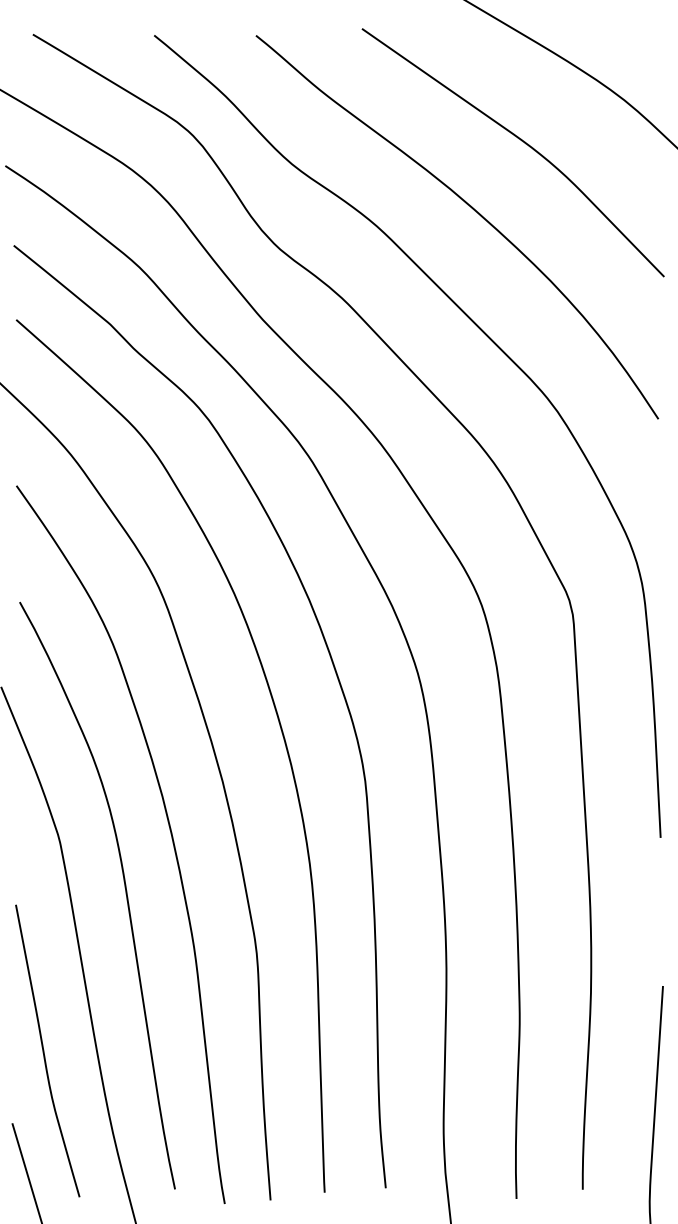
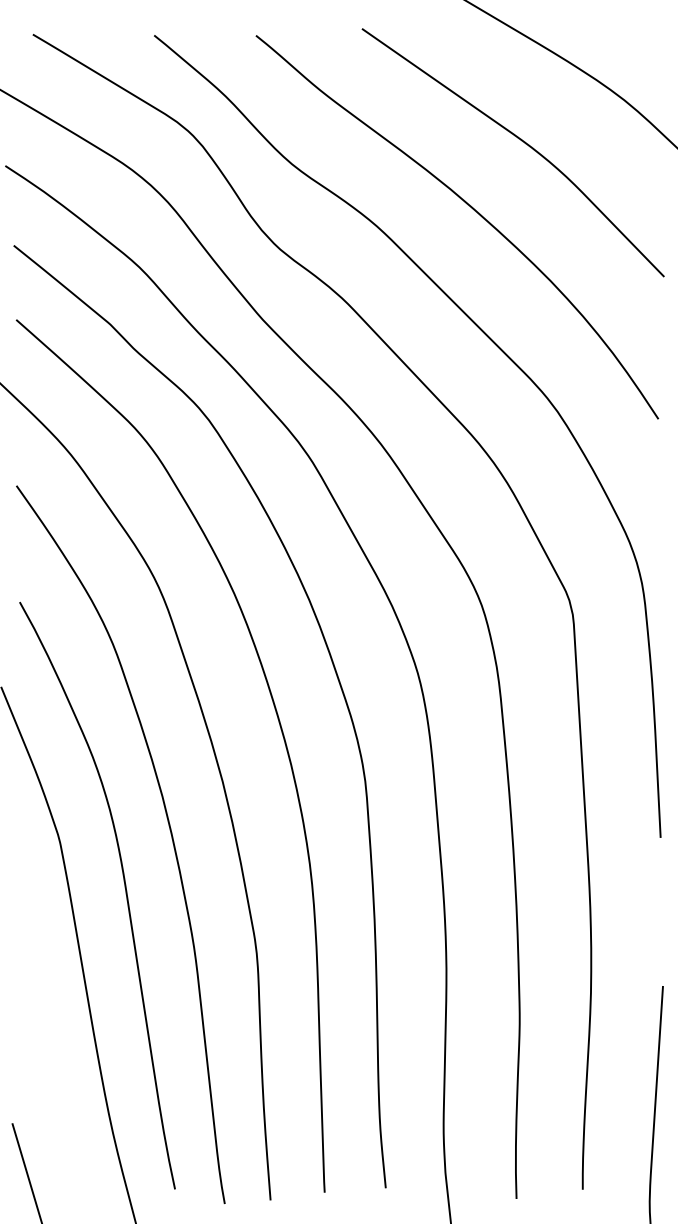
curve at (44, 1050): present -> none
